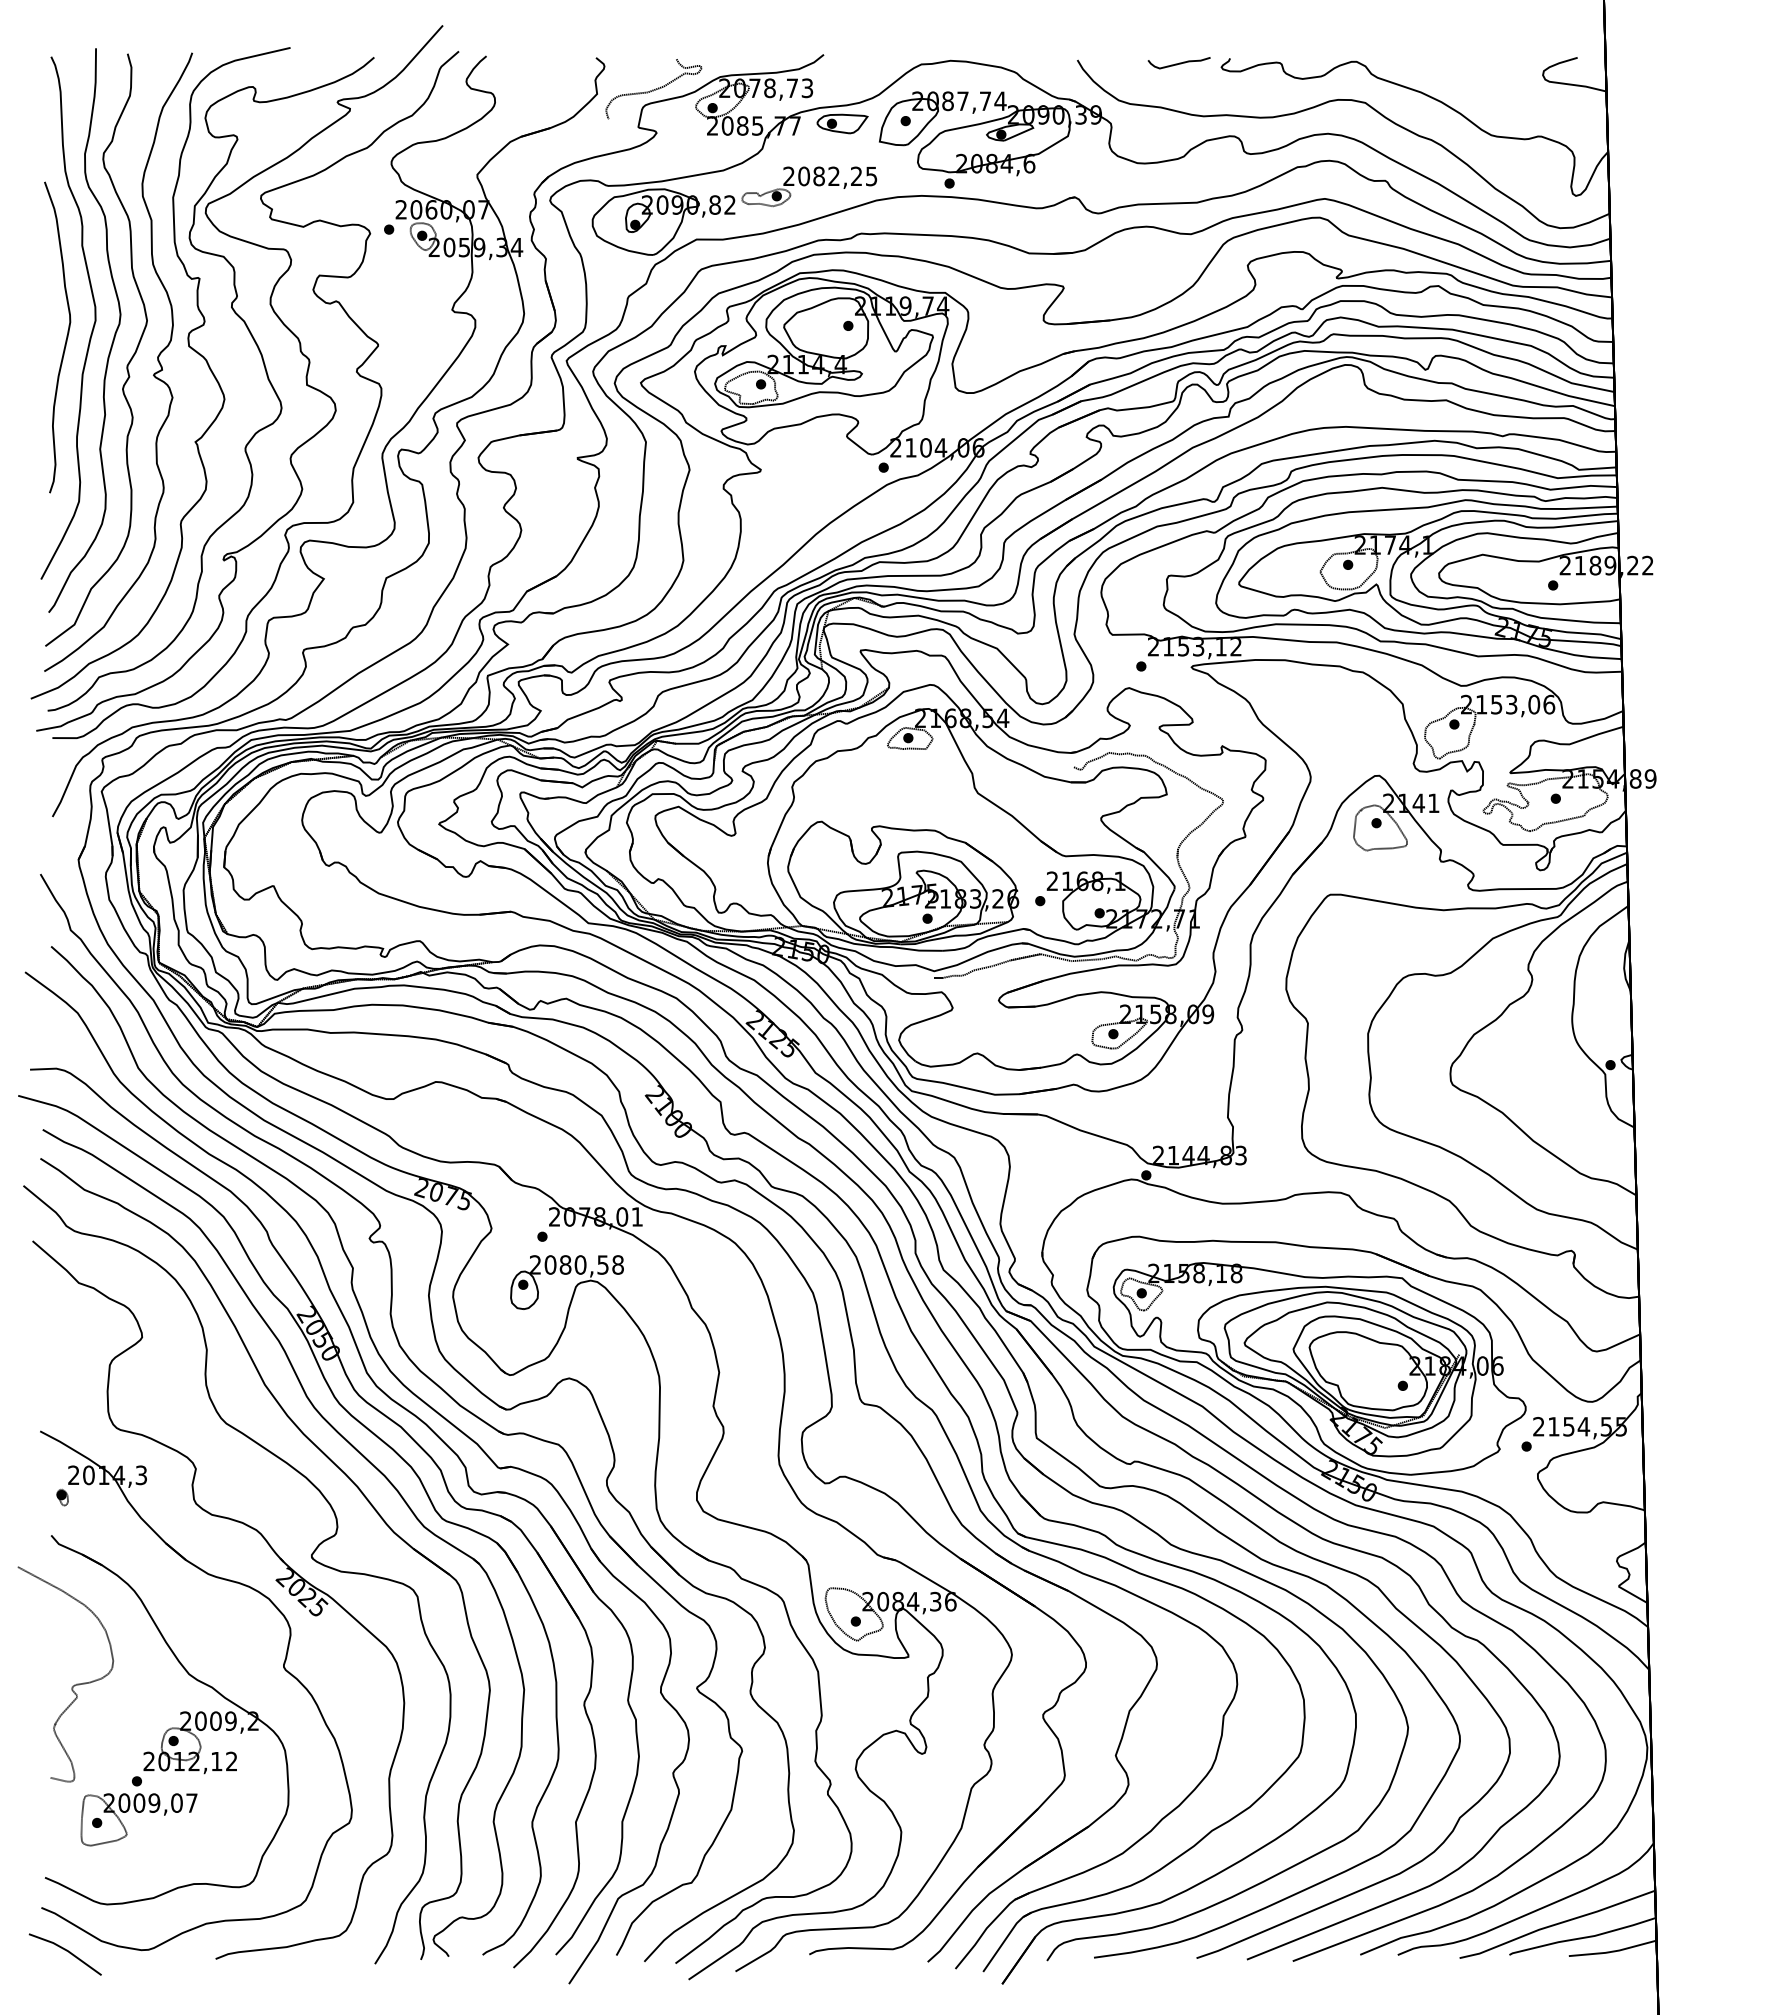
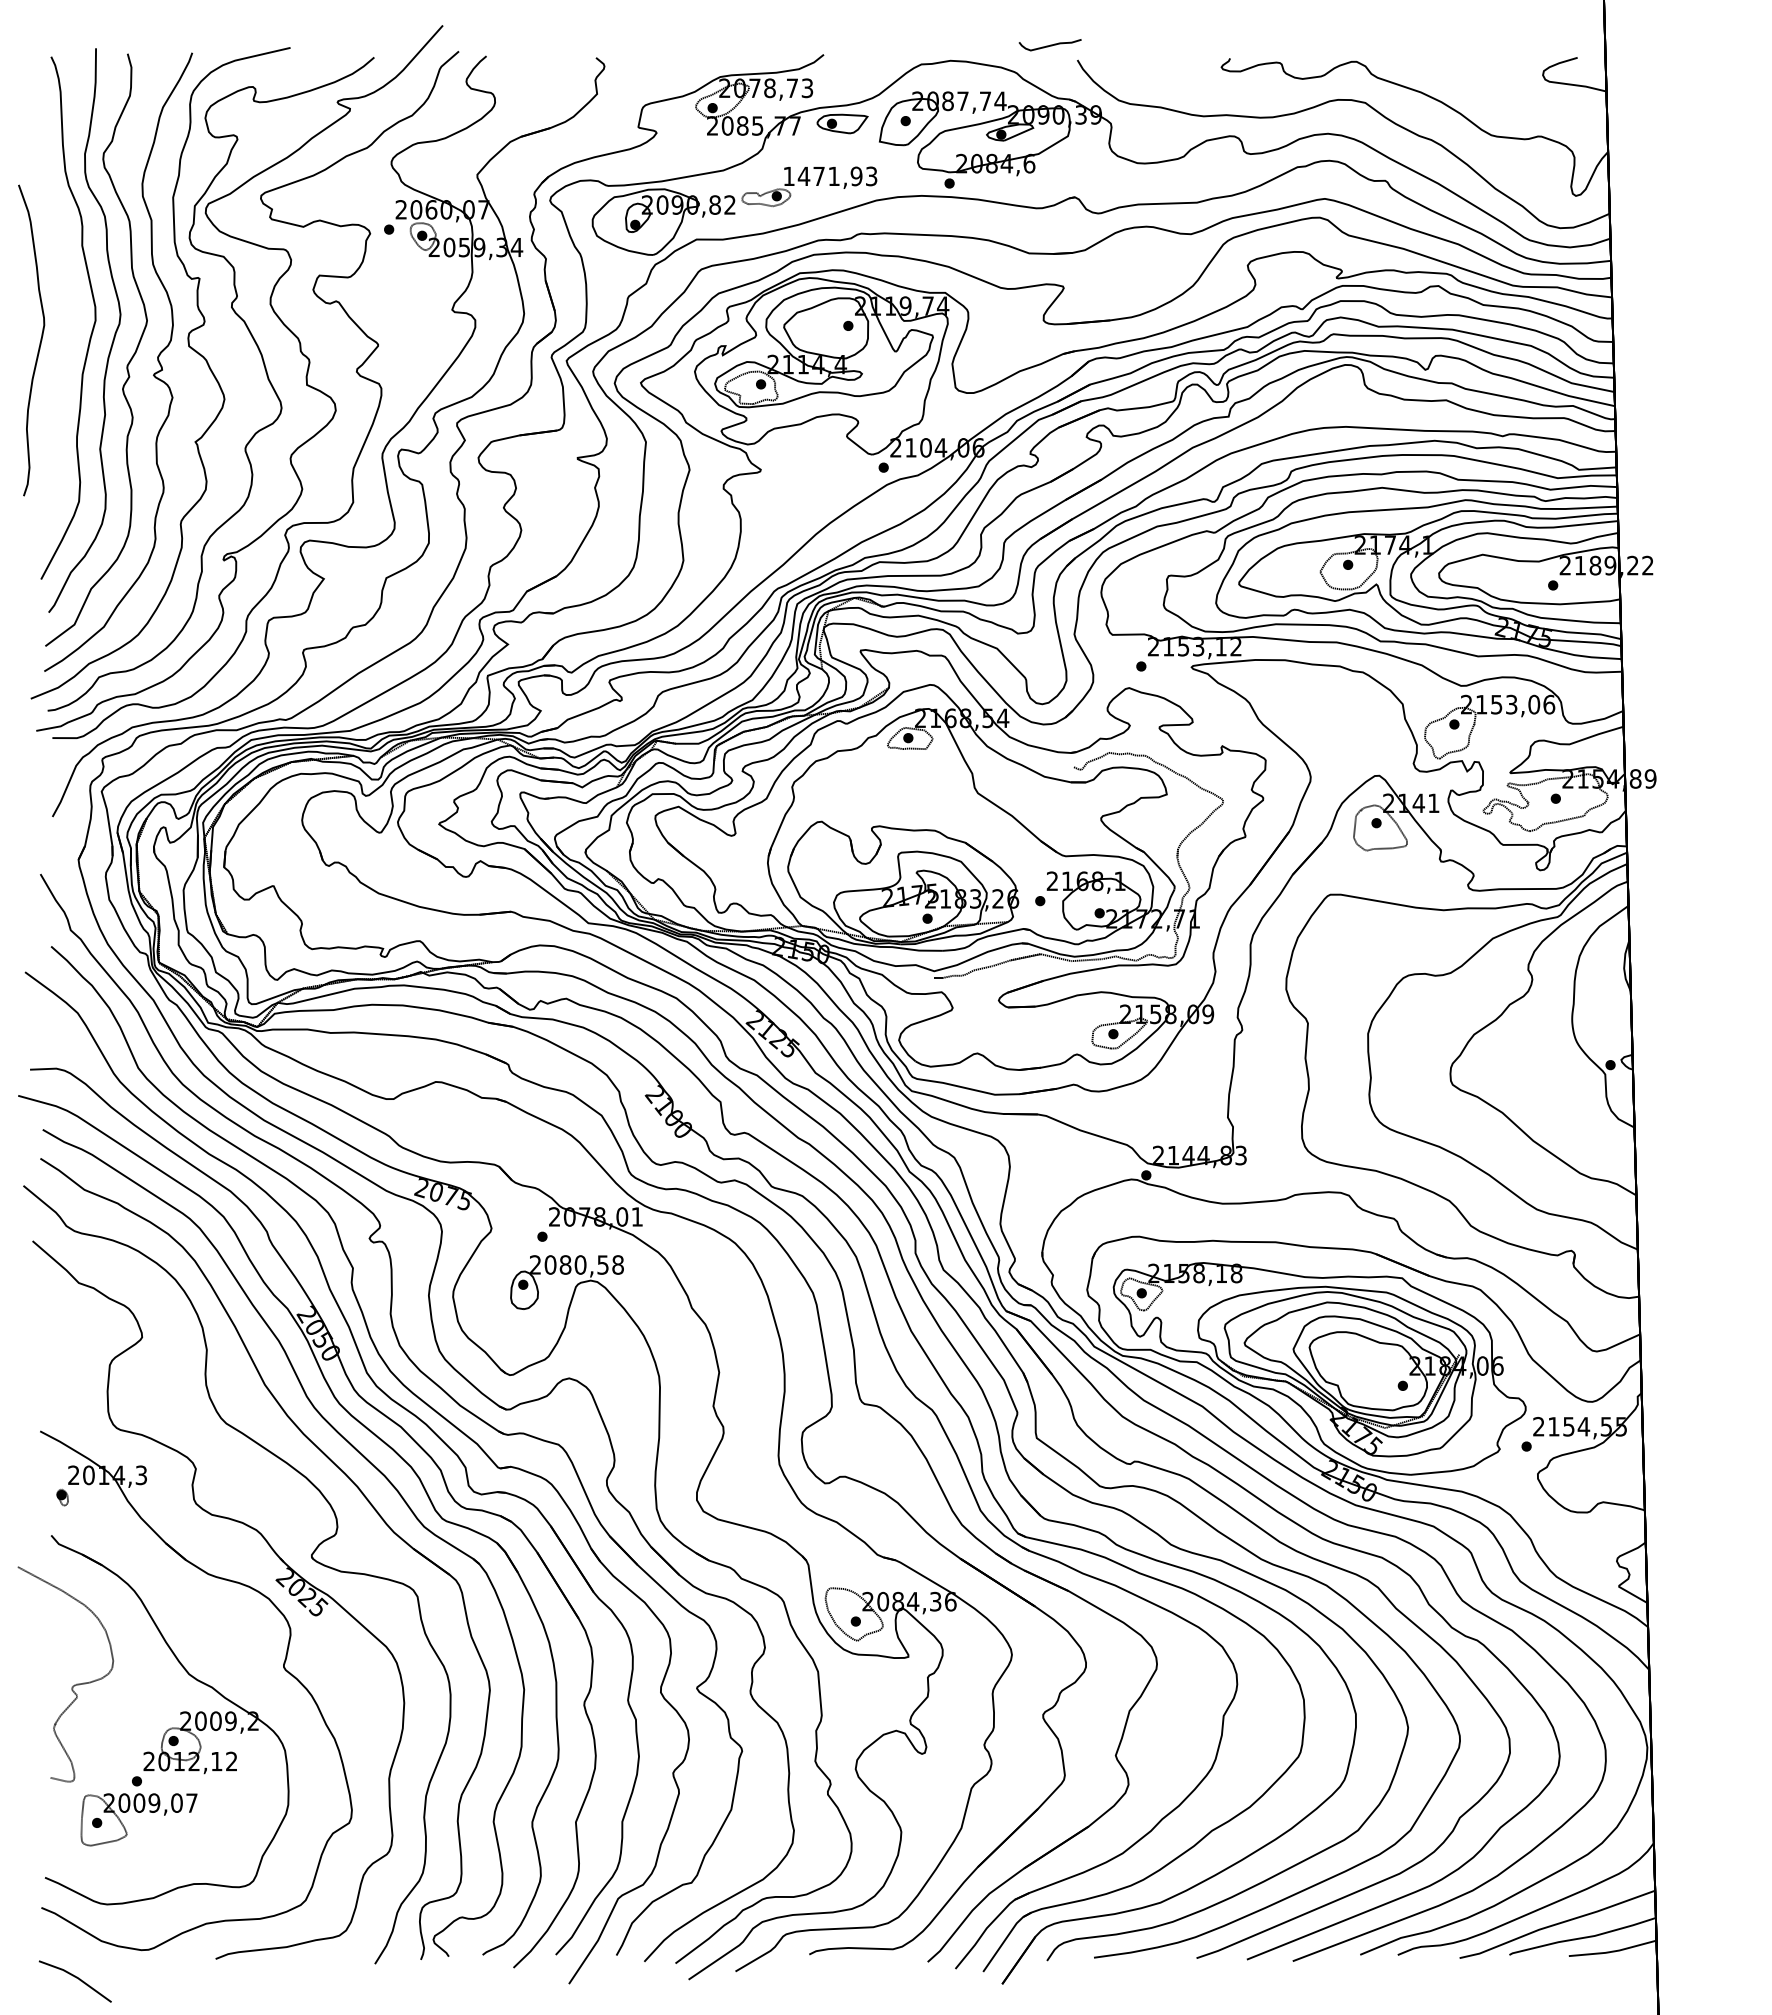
curve at (1178, 63) position: (1178, 63) -> (1049, 45)
curve at (653, 89): present -> none
text at (830, 176): 2082,25 -> 1471,93
curve at (65, 339) position: (65, 339) -> (39, 342)
line at (66, 1951) position: (66, 1951) -> (76, 1978)
